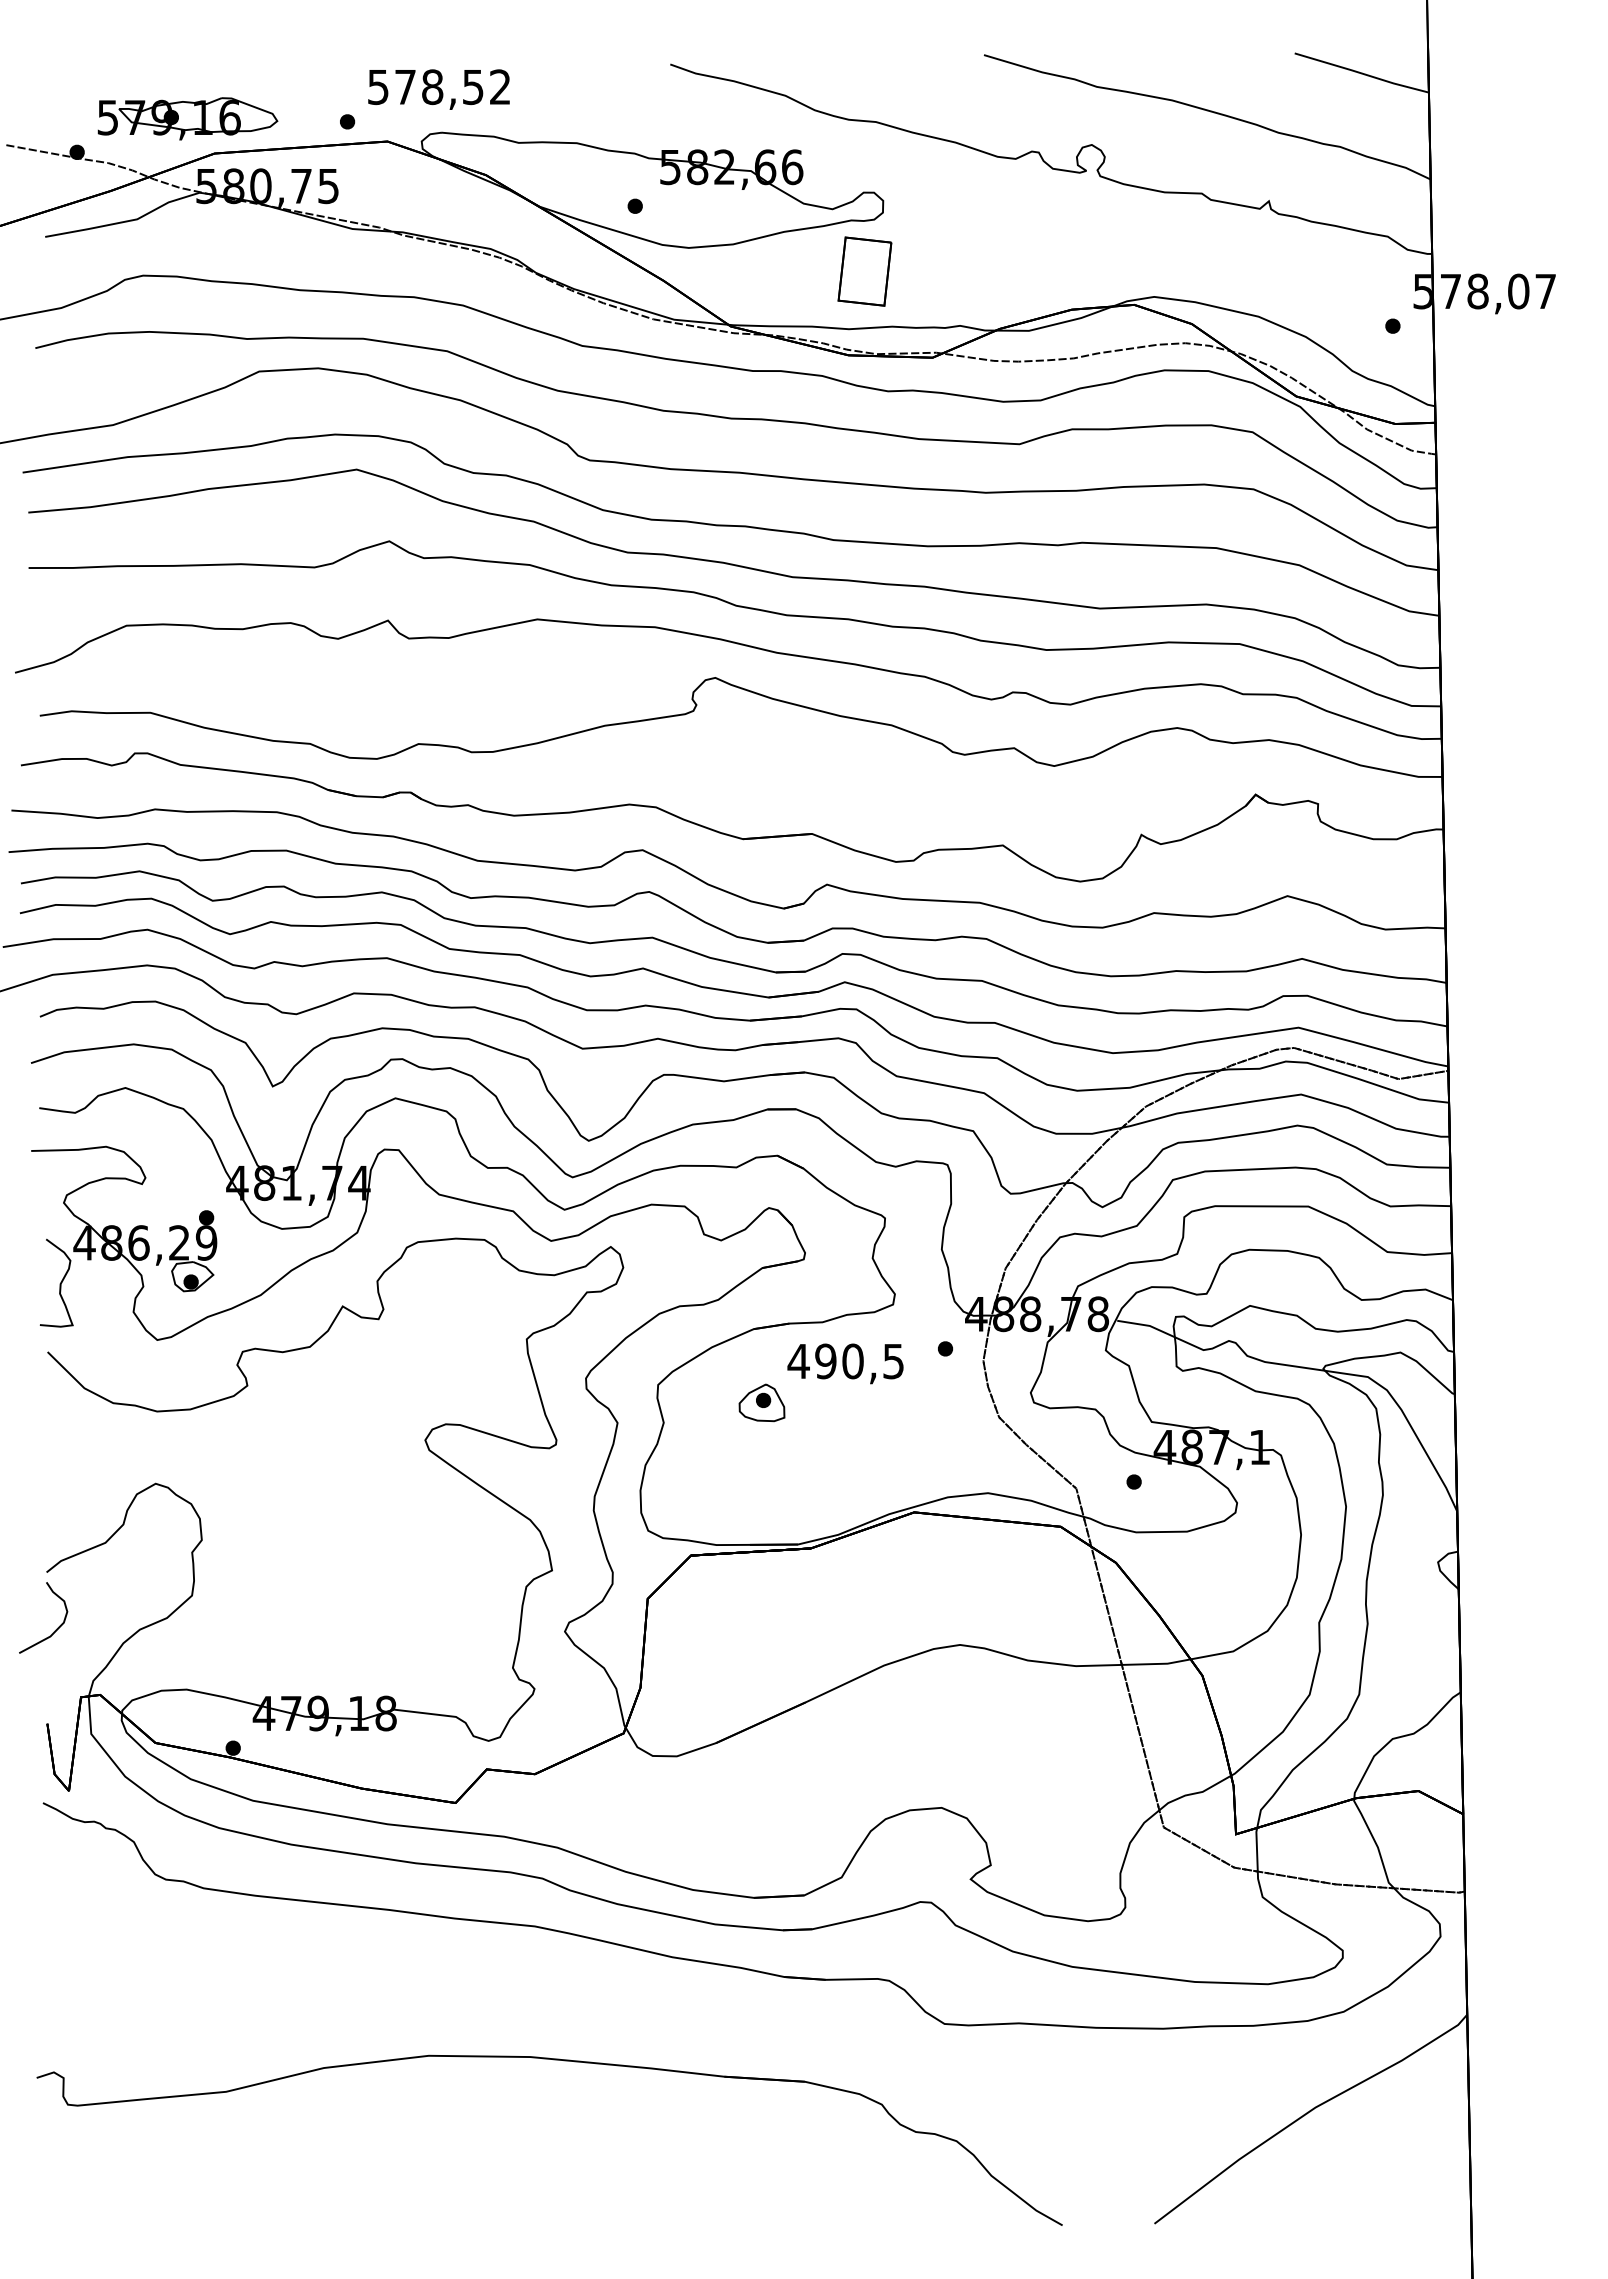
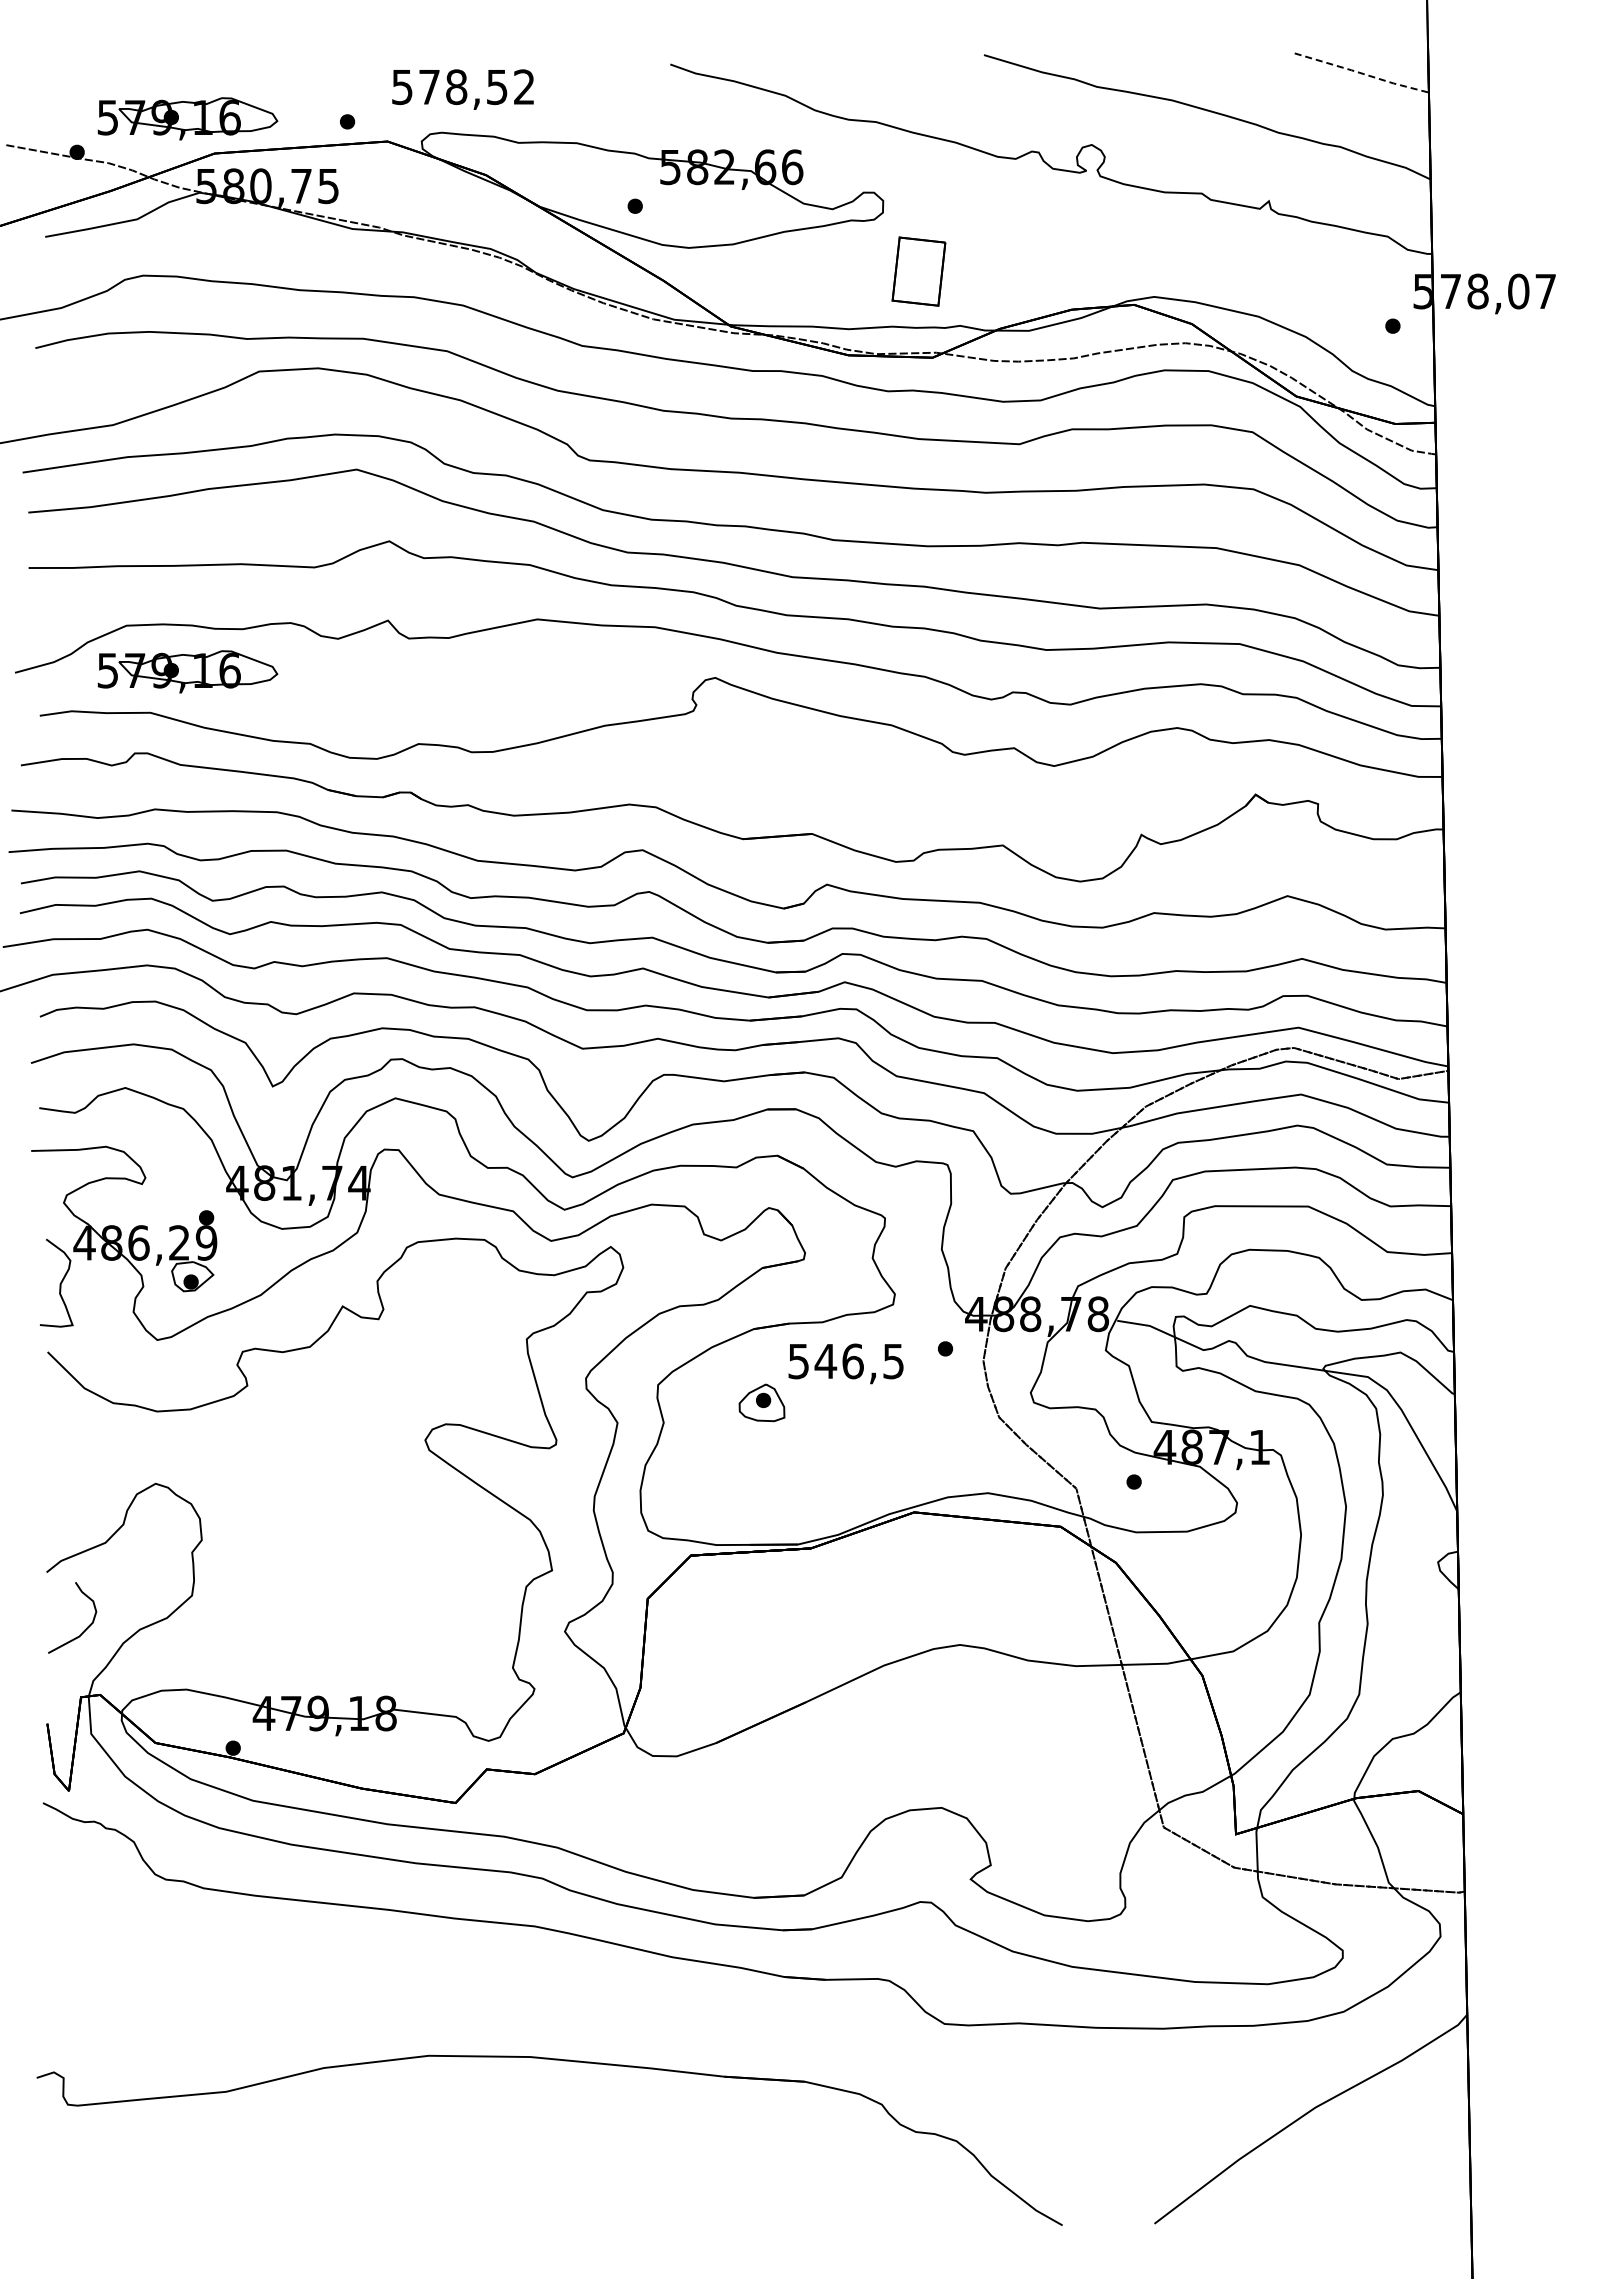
line at (1361, 73): solid -> dashed
text at (438, 89) position: (438, 89) -> (462, 89)
part at (864, 271) position: (864, 271) -> (918, 271)
part at (187, 671): none -> present
text at (825, 1361): 490,5 -> 546,5
curve at (55, 1629) position: (55, 1629) -> (84, 1629)
